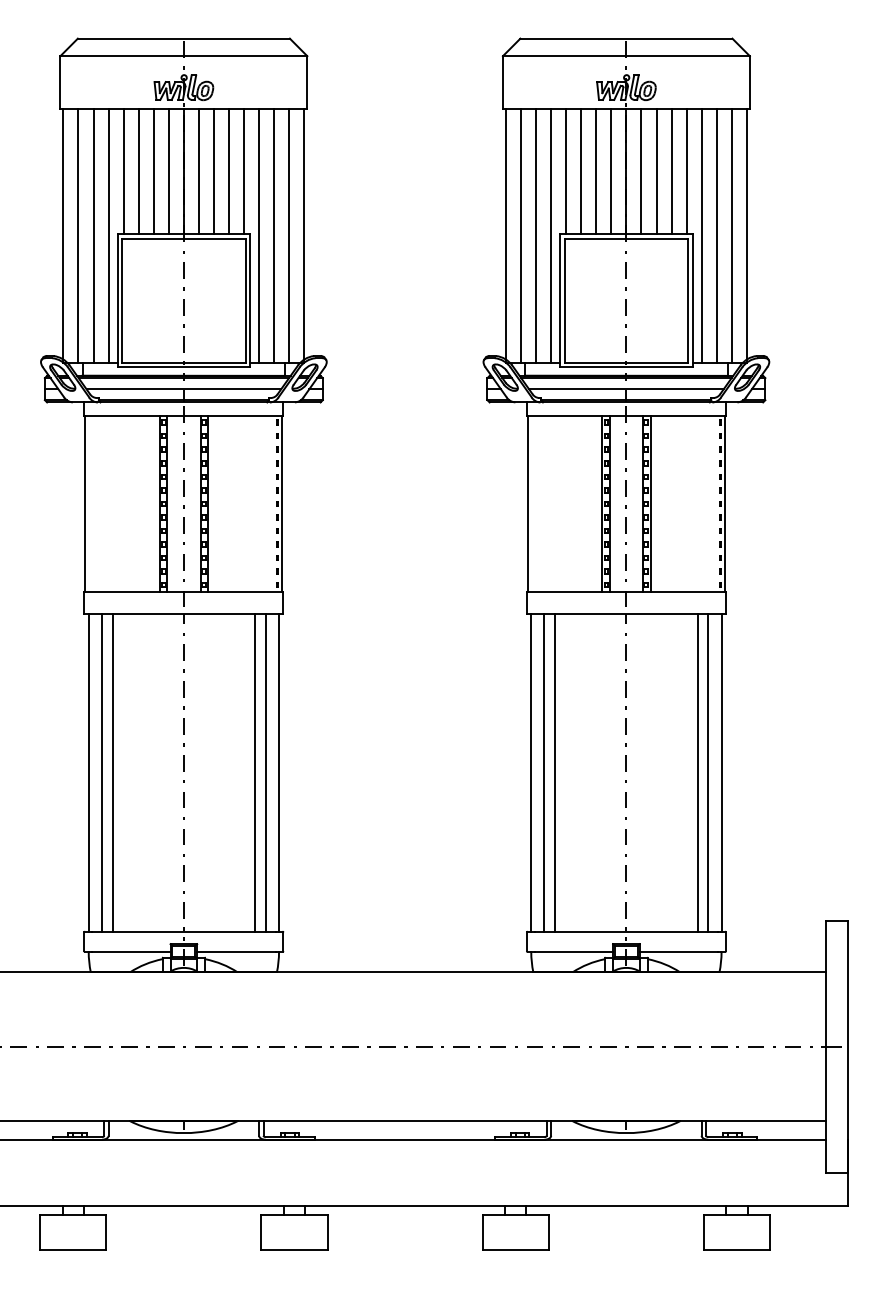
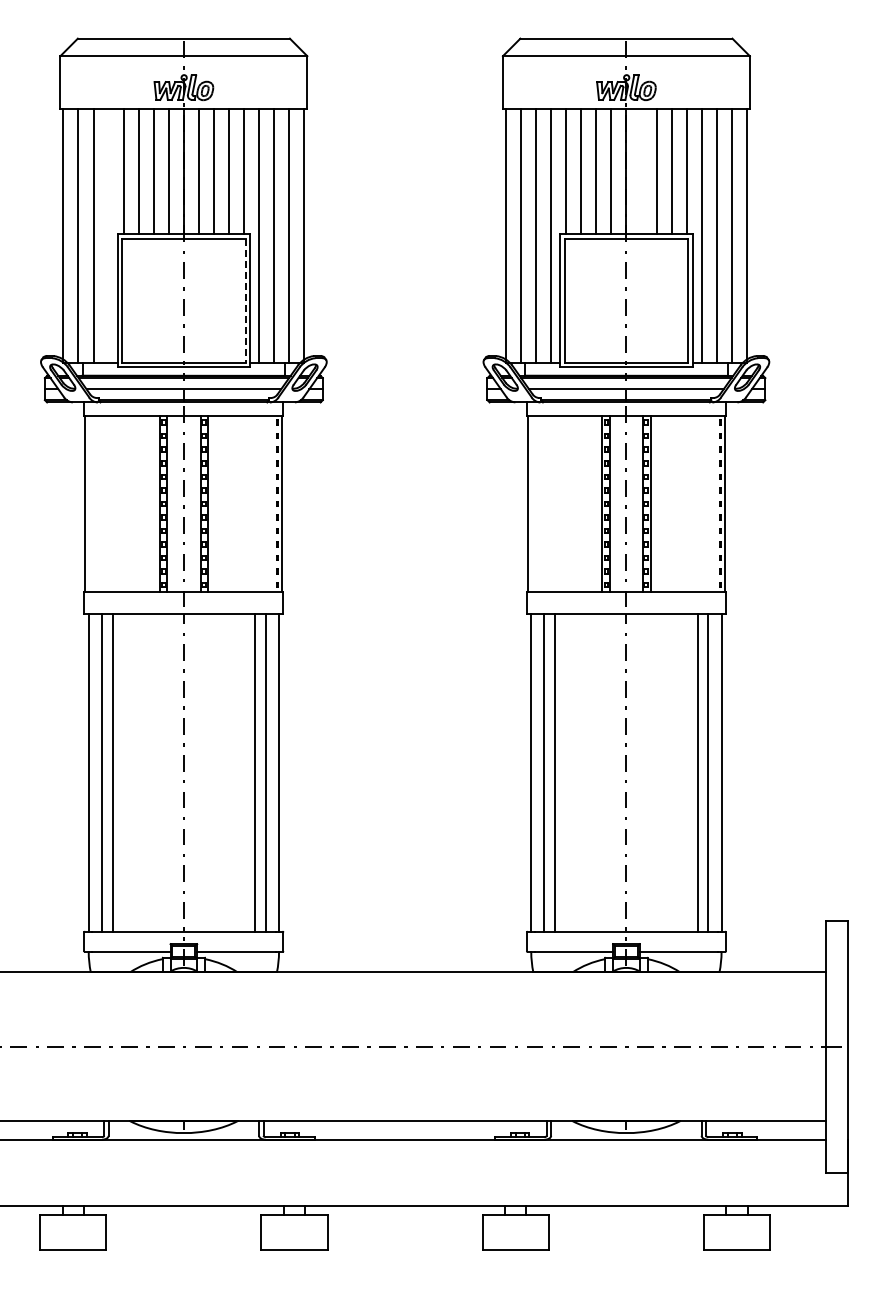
line at (641, 171): present -> none
line at (108, 235): present -> none
line at (245, 300): solid -> dashed
